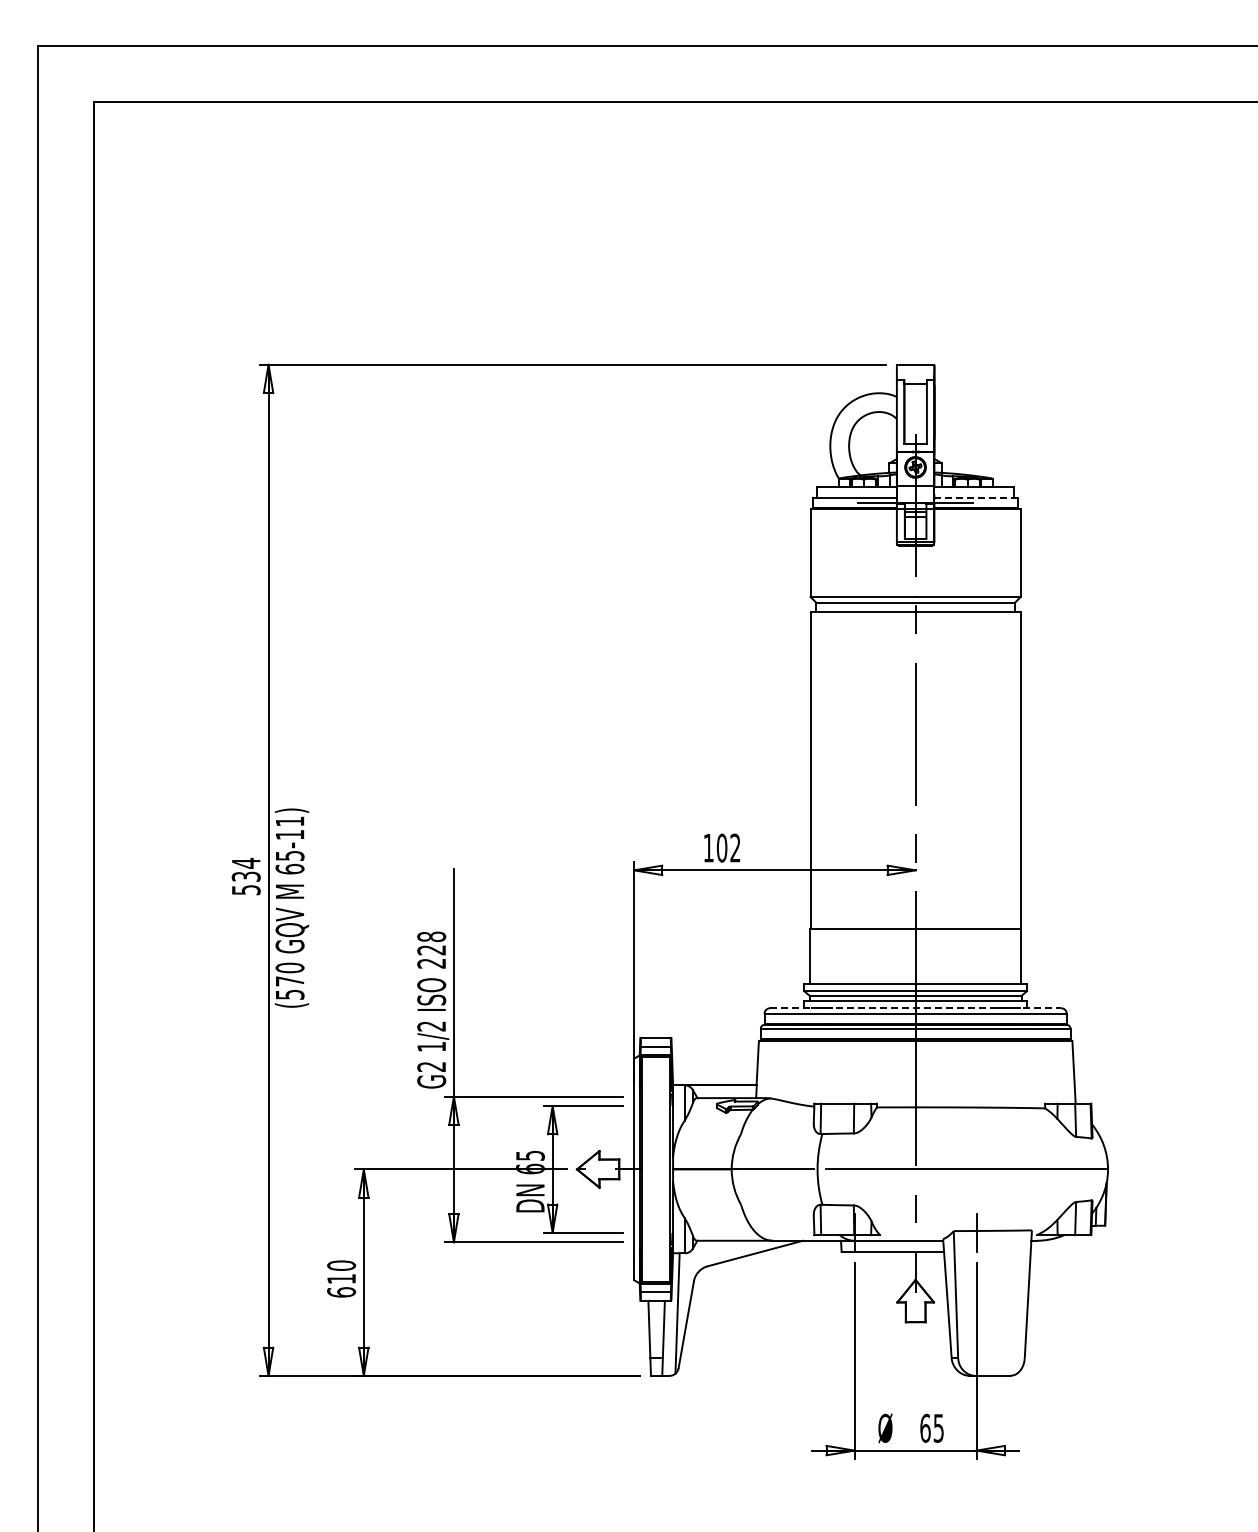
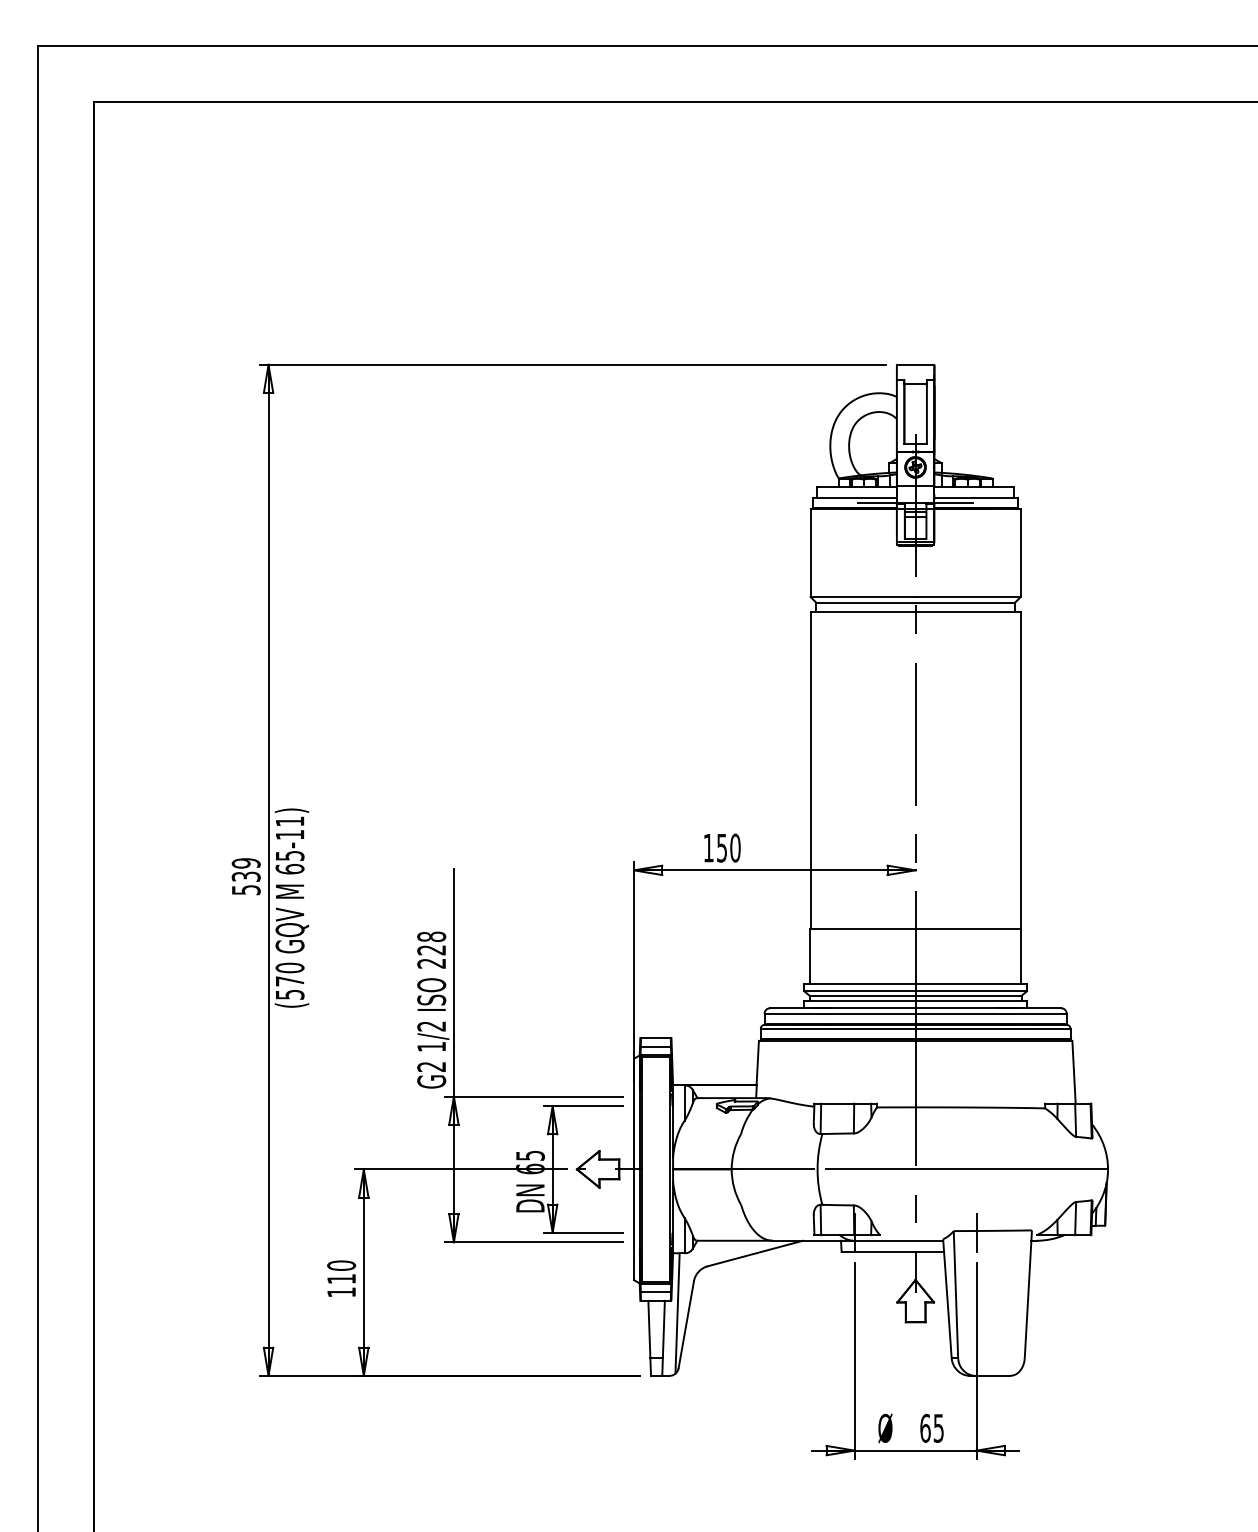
line at (976, 498): dashed -> solid
text at (728, 847): 102 -> 150
text at (245, 862): 534 -> 539
line at (916, 1008): dashed -> solid
text at (341, 1292): 610 -> 110
